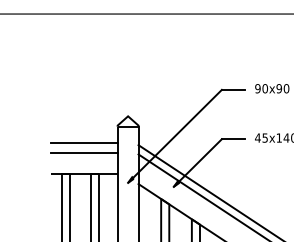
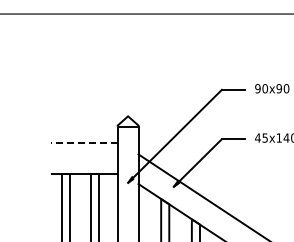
line at (84, 143): solid -> dashed
line at (83, 152): present -> none
line at (209, 191): present -> none
